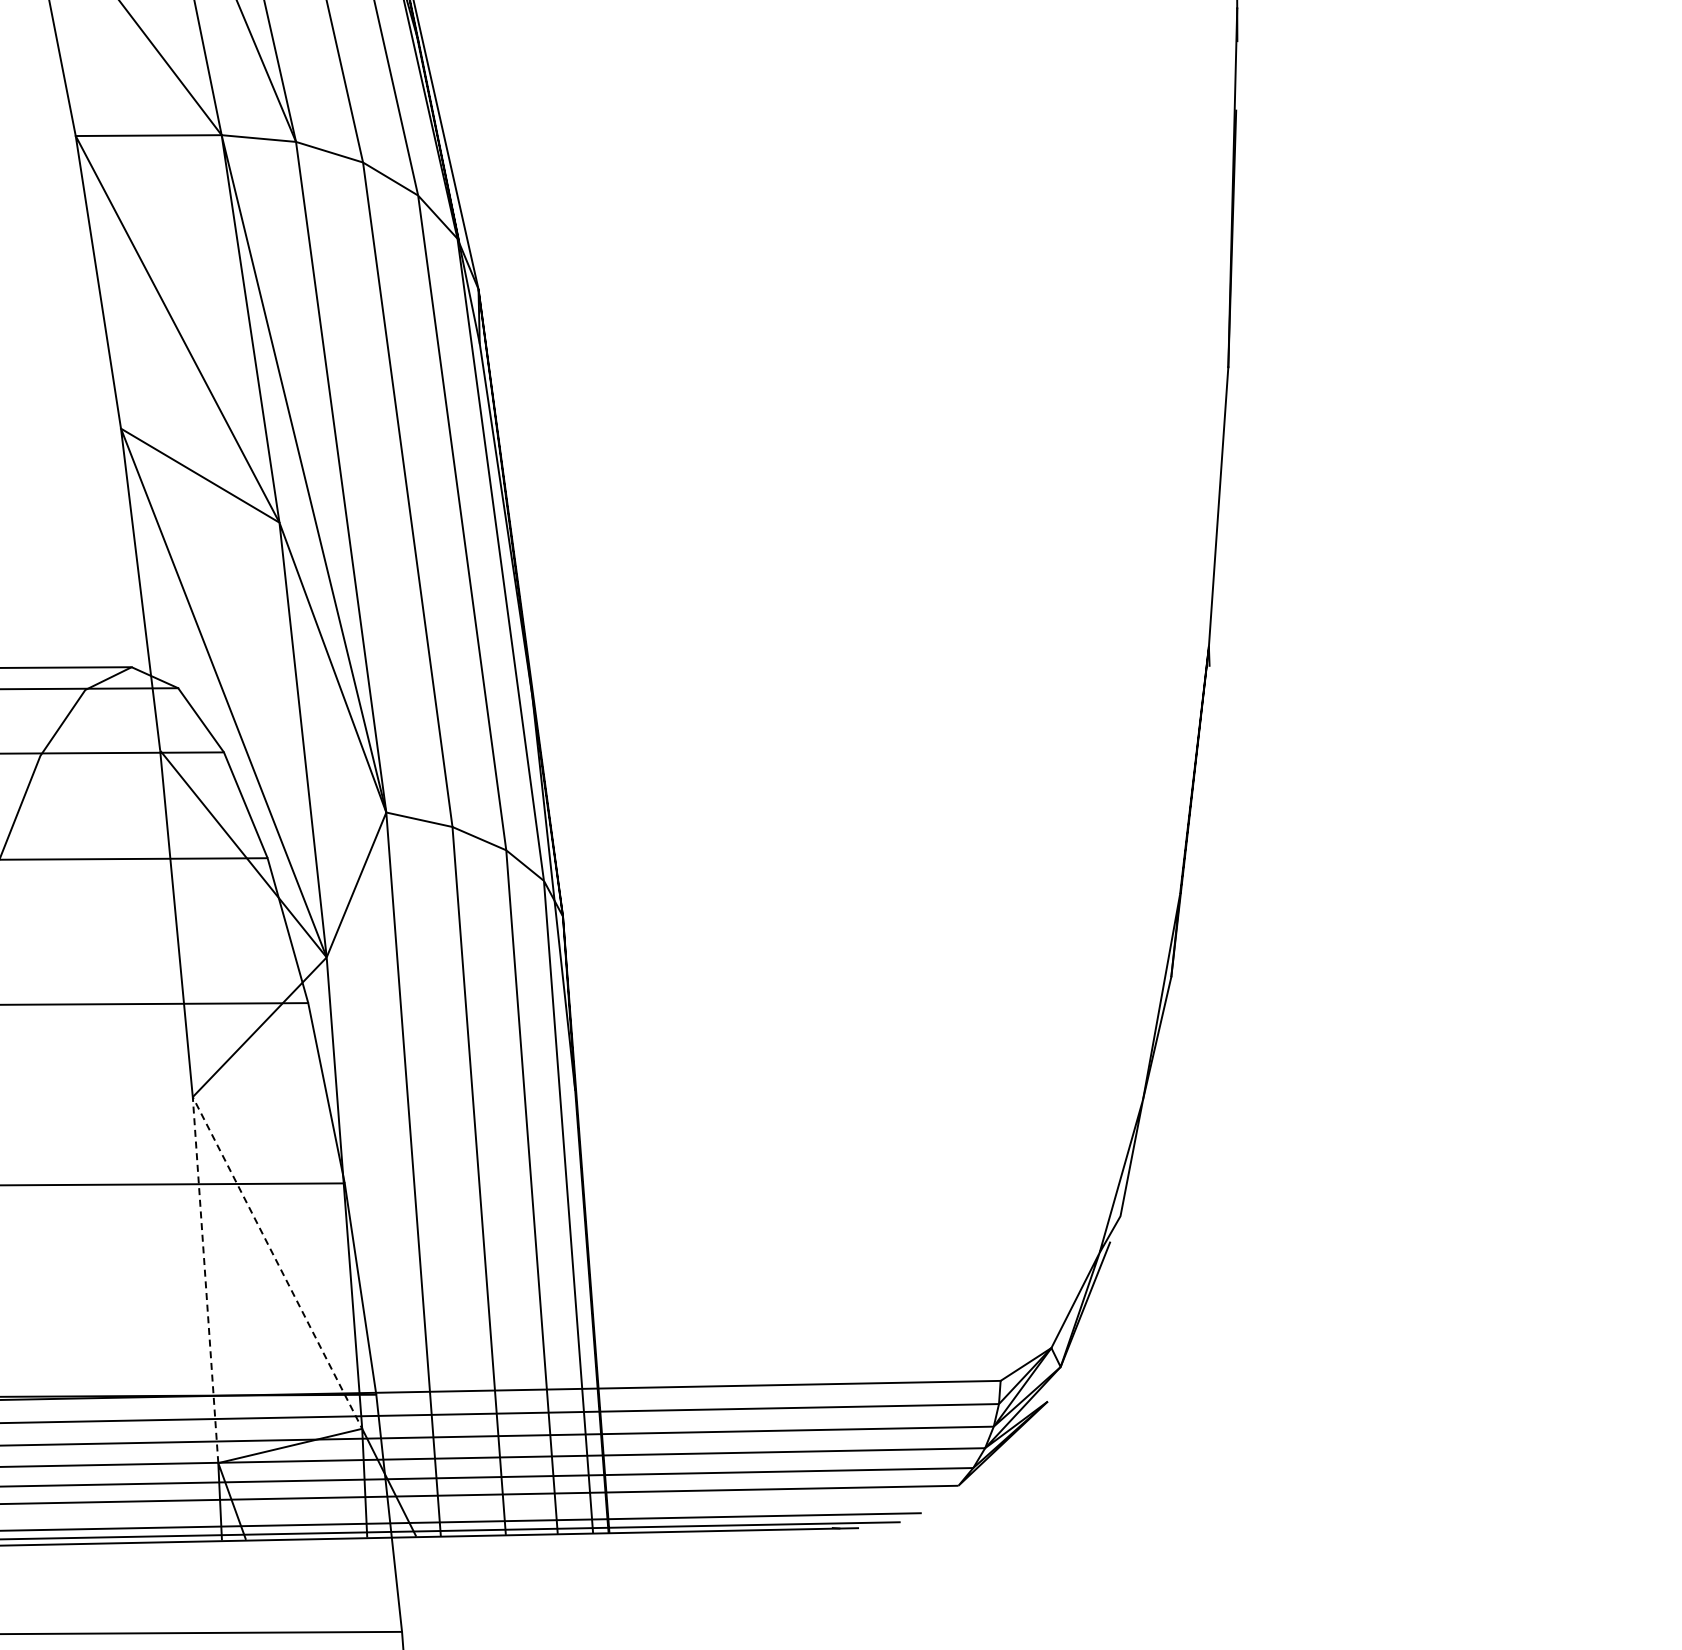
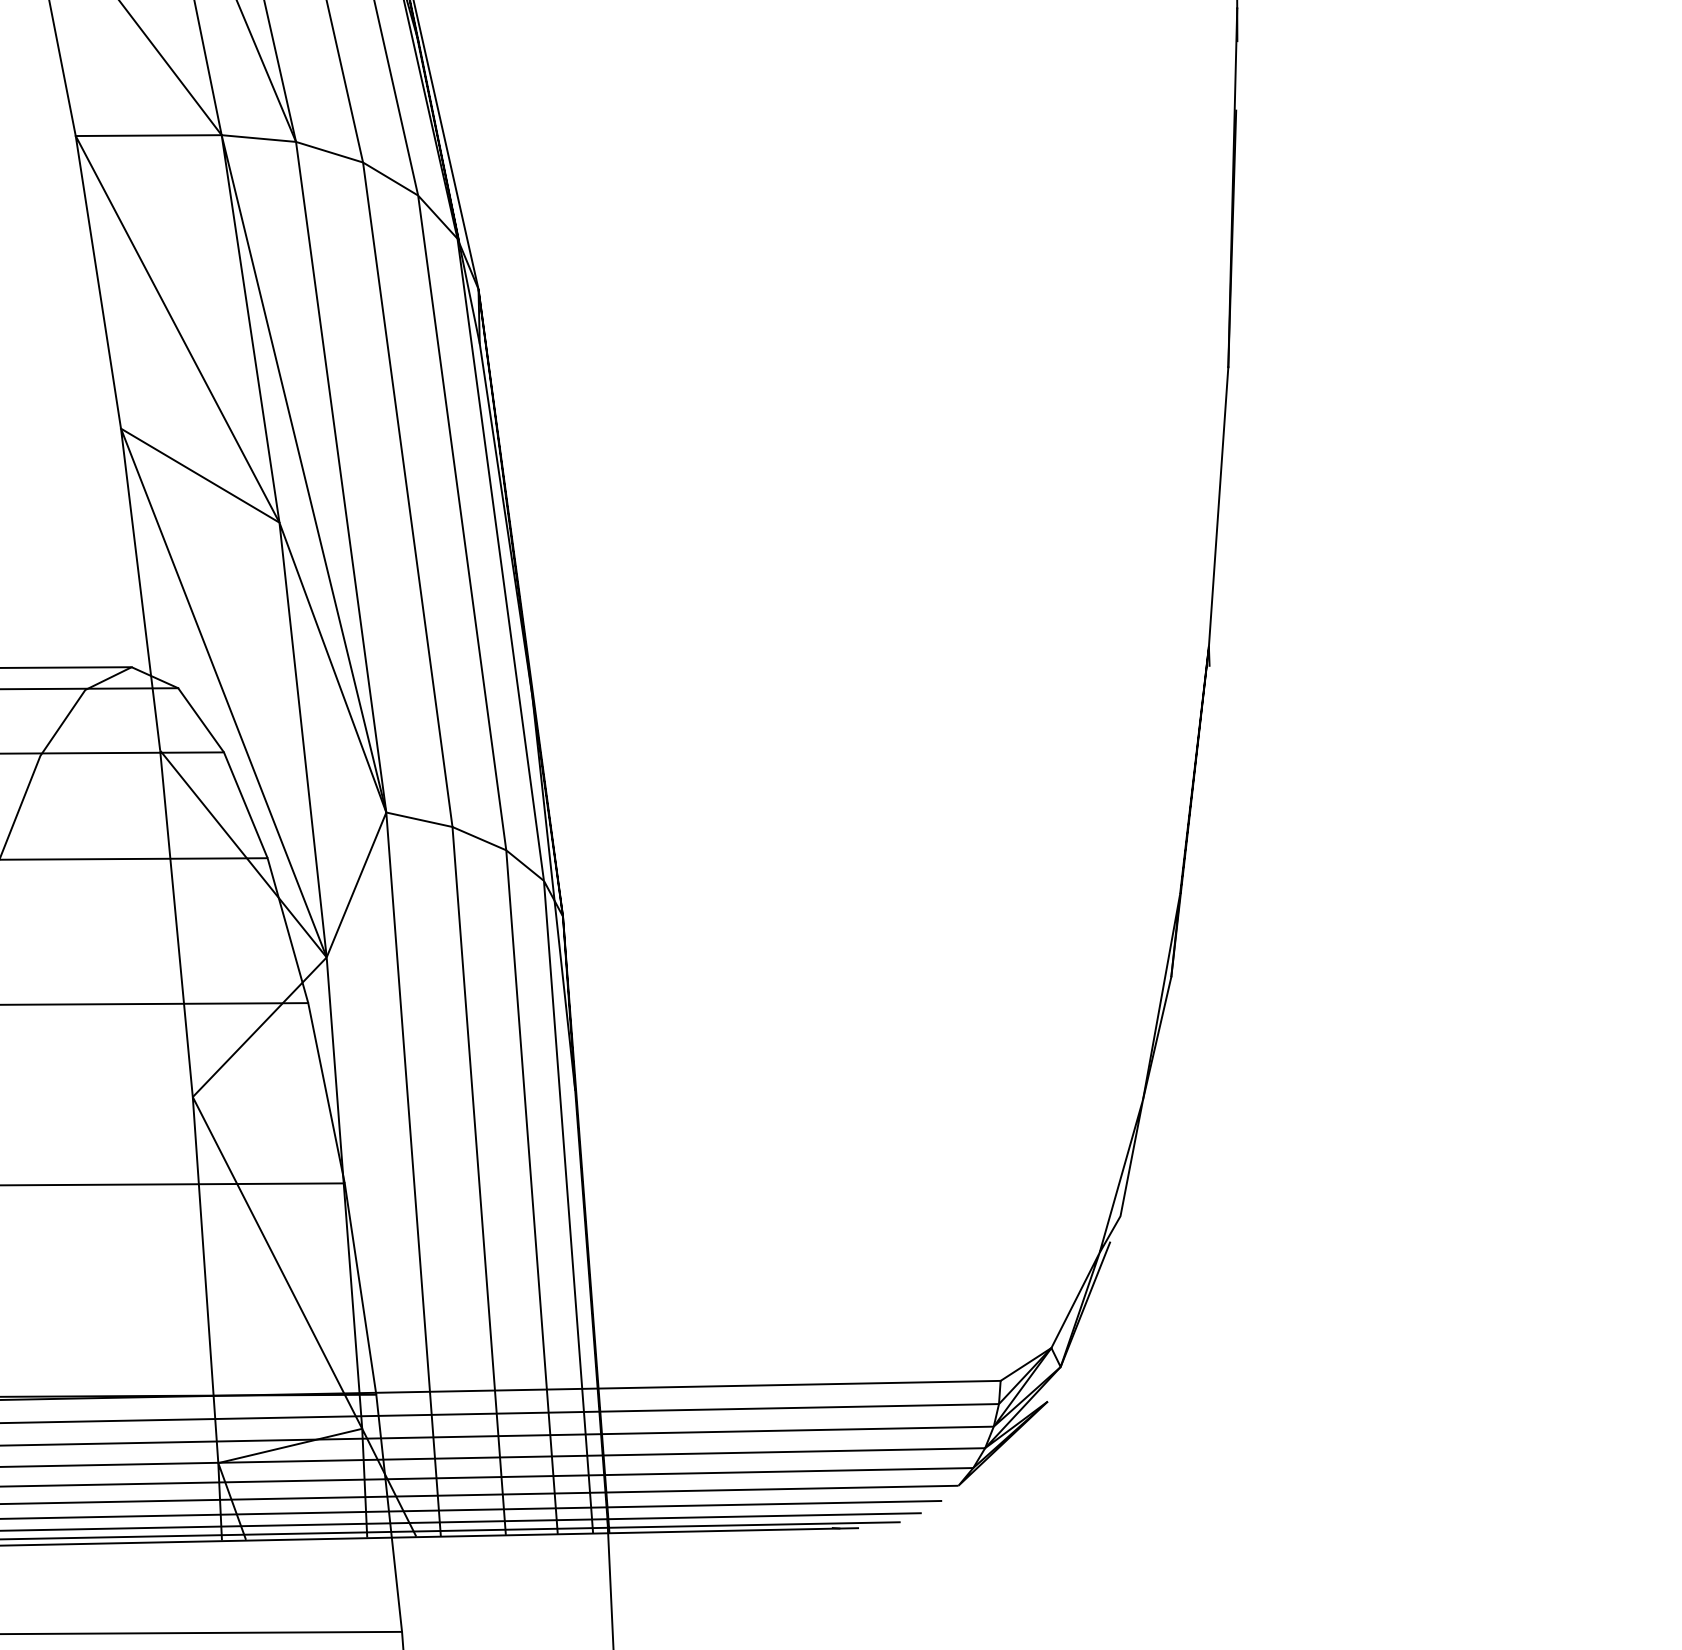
line at (194, 1099): dashed -> solid
line at (471, 1509): none -> present
line at (610, 1582): none -> present
